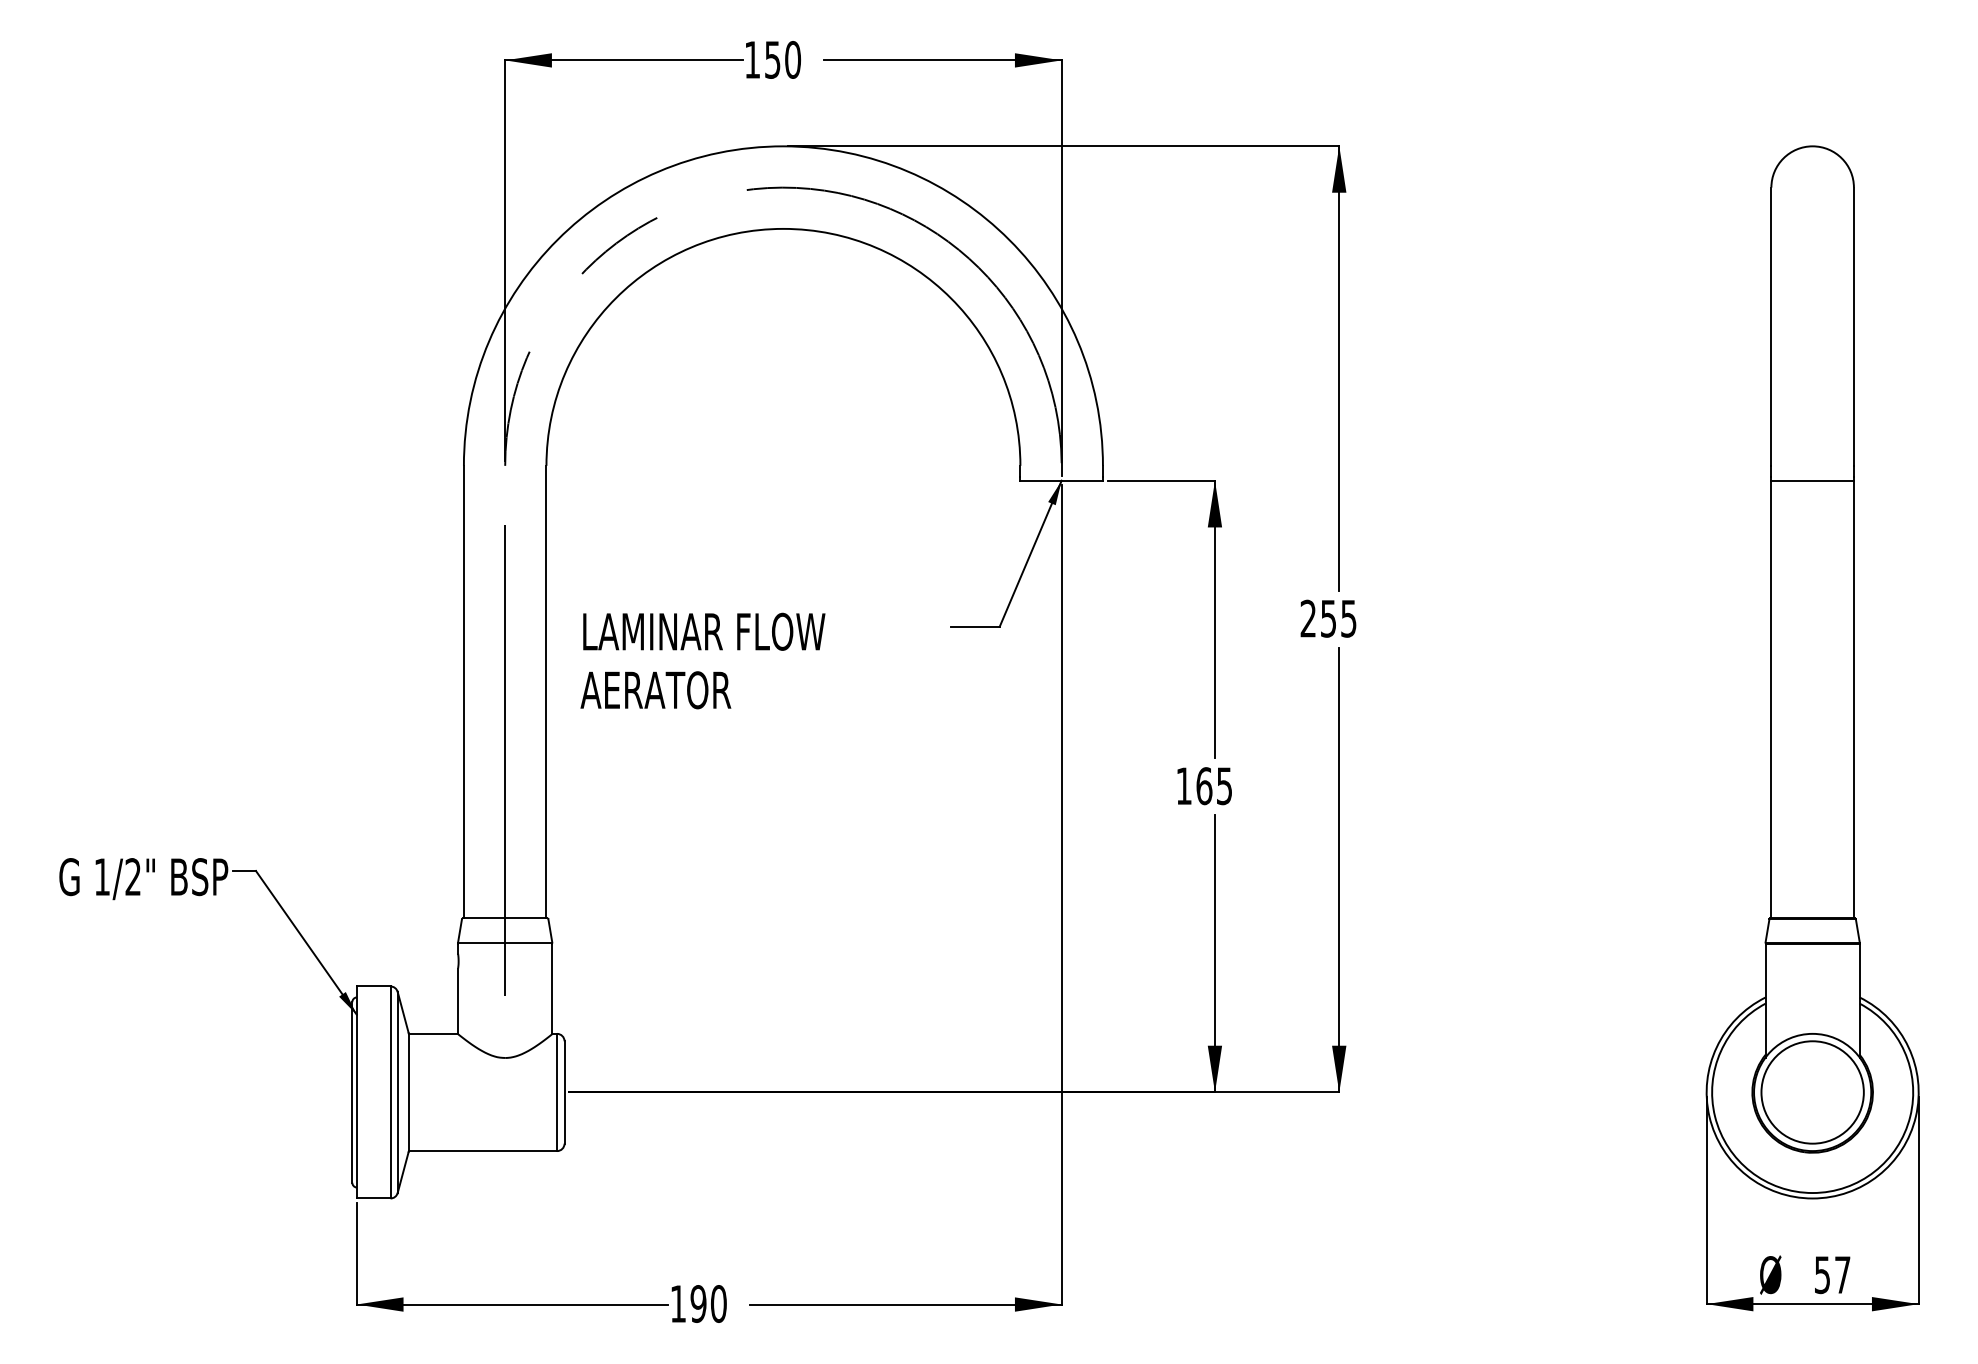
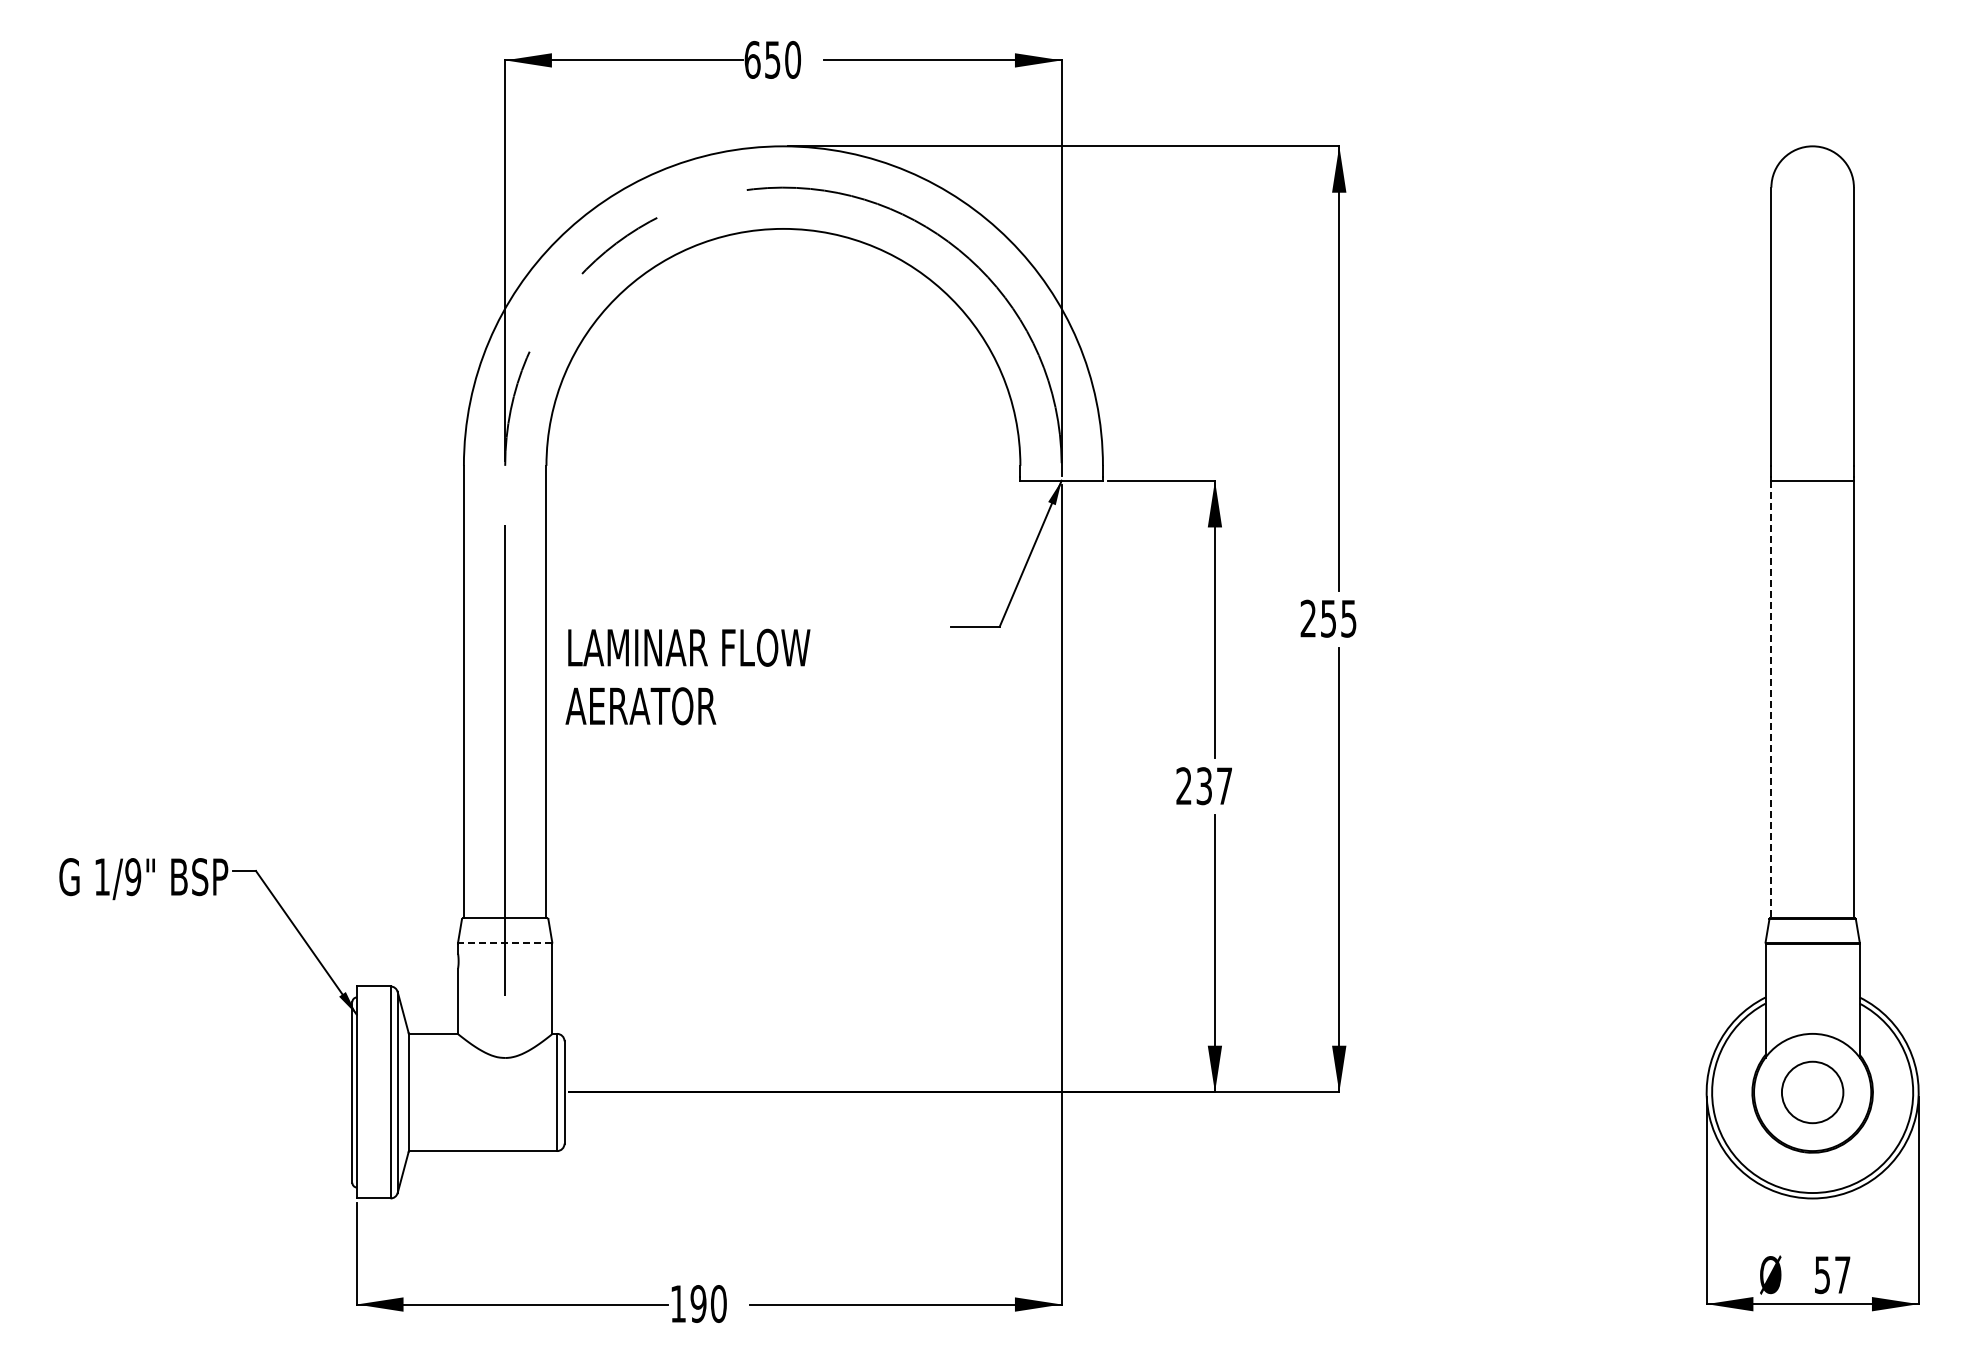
text at (752, 59): 150 -> 650
text at (702, 660) position: (702, 660) -> (687, 676)
line at (1771, 699): solid -> dashed
text at (1203, 786): 165 -> 237
text at (133, 877): 1/2" -> 1/9"
line at (504, 942): solid -> dashed
circle at (1812, 1092) diameter: 102 px -> 61 px
